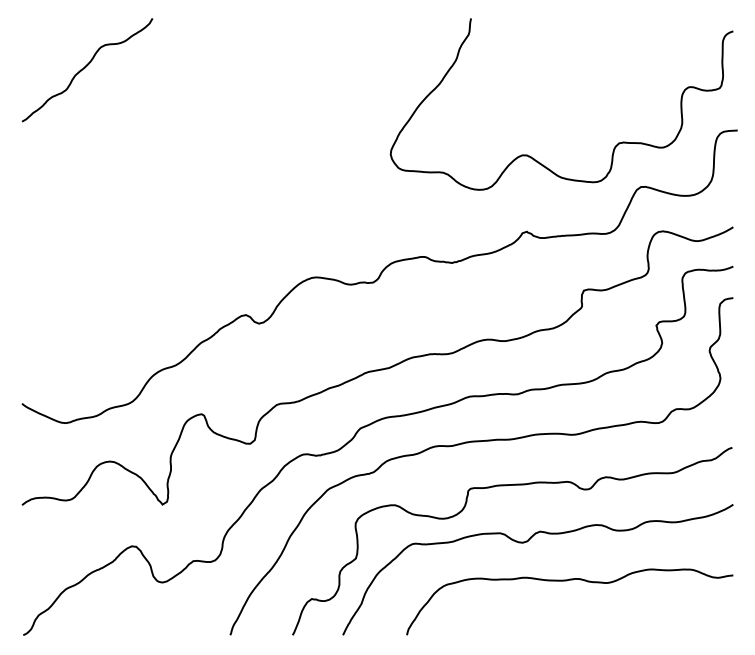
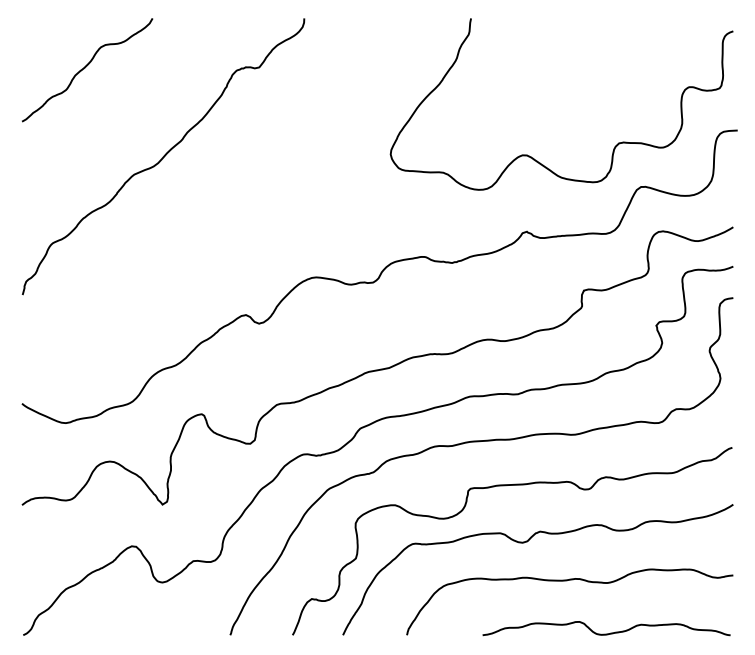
curve at (163, 156): none -> present
curve at (606, 633): none -> present
